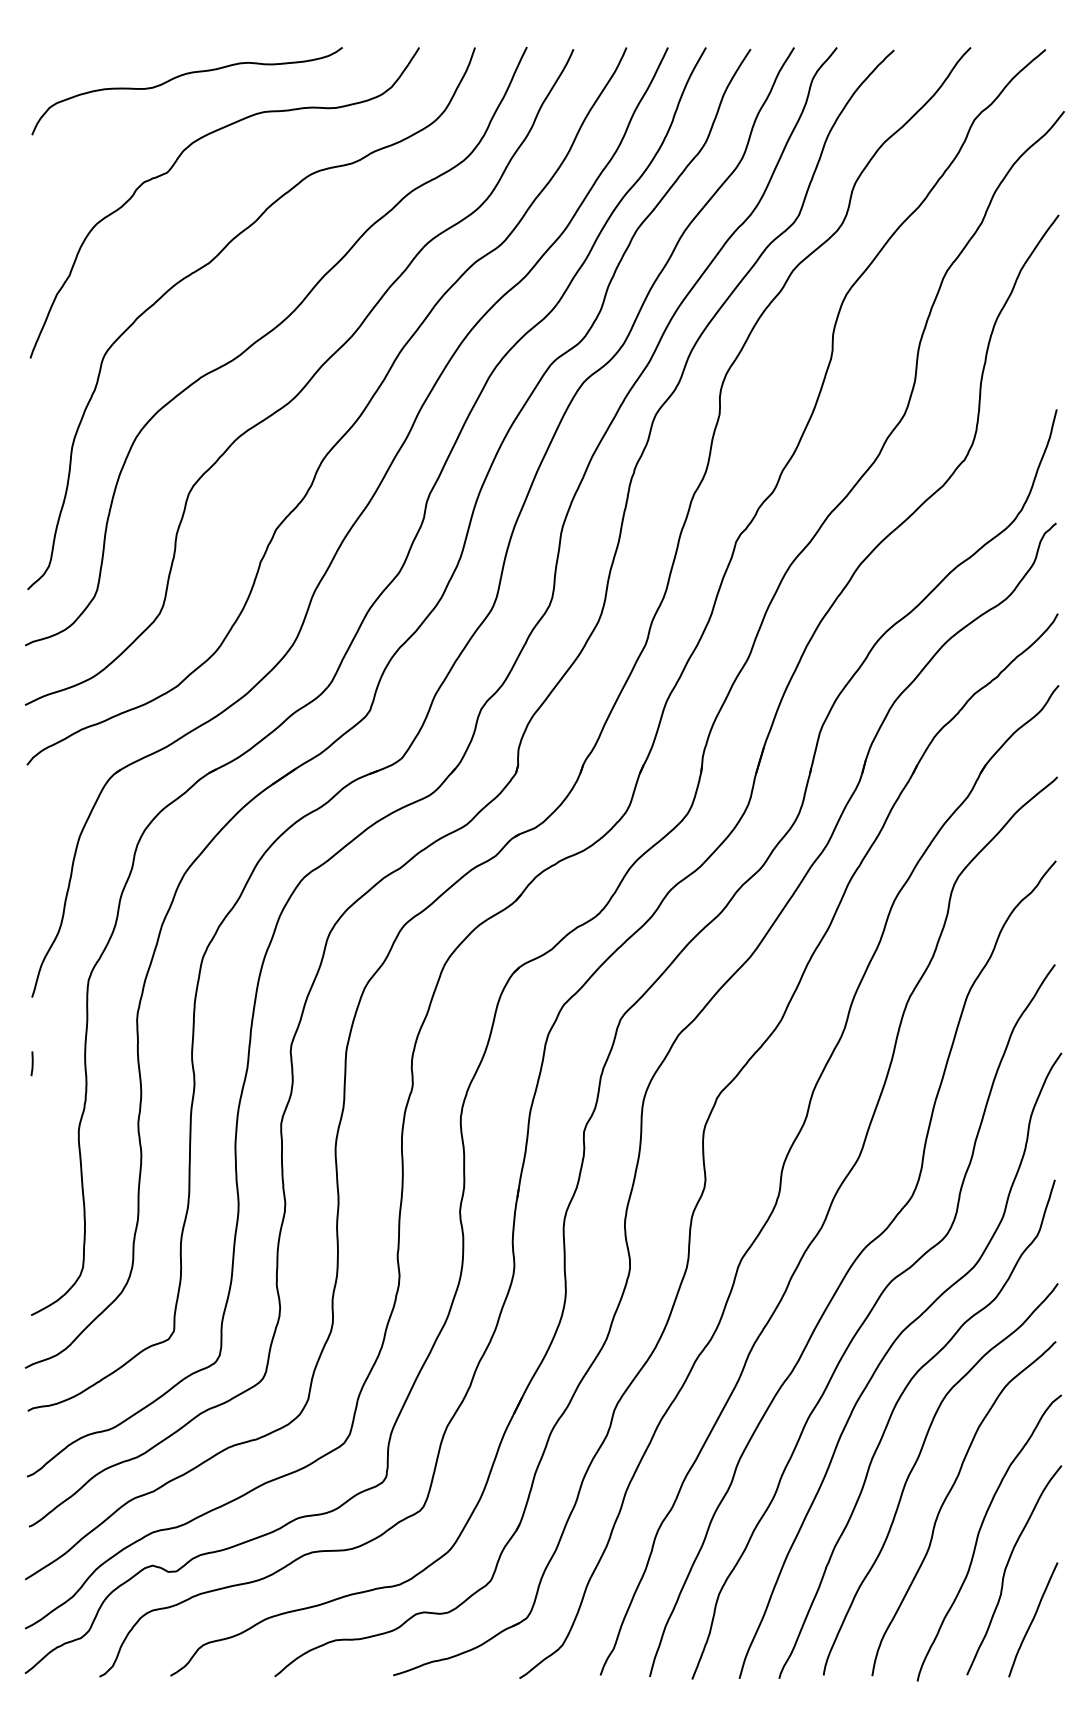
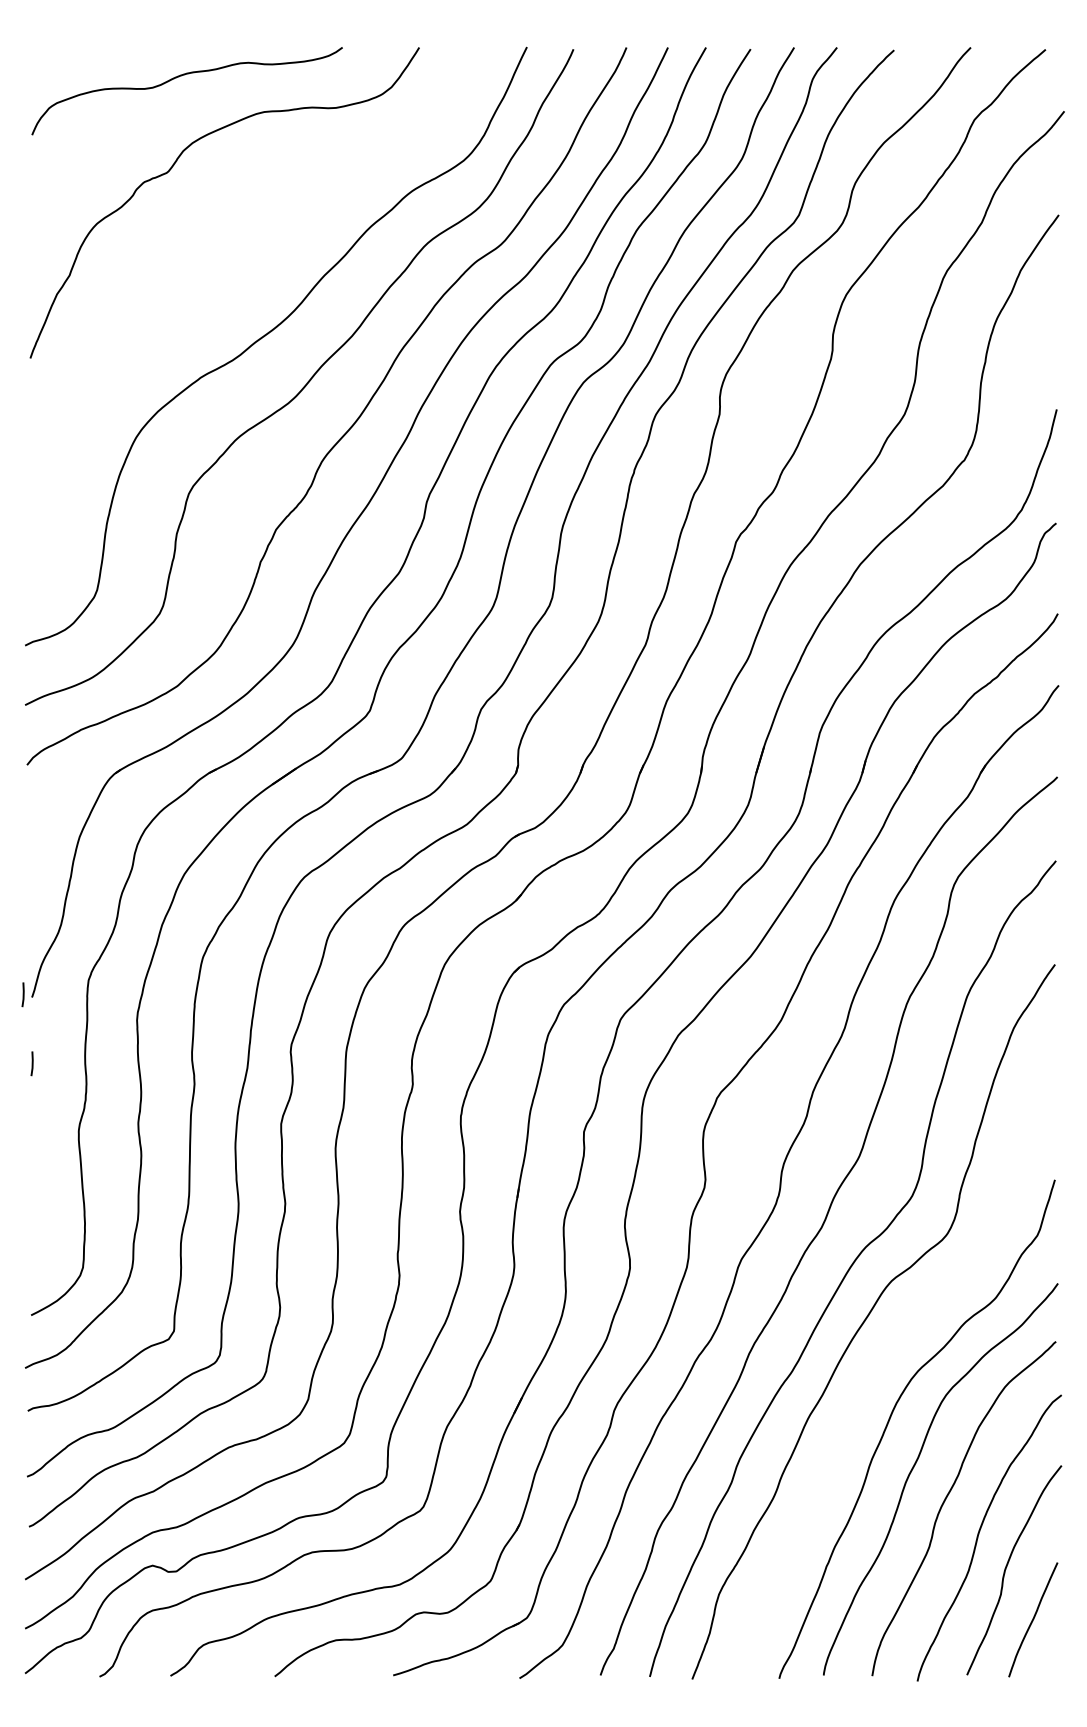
curve at (210, 263): present -> none
line at (22, 994): none -> present
curve at (886, 1355): present -> none
